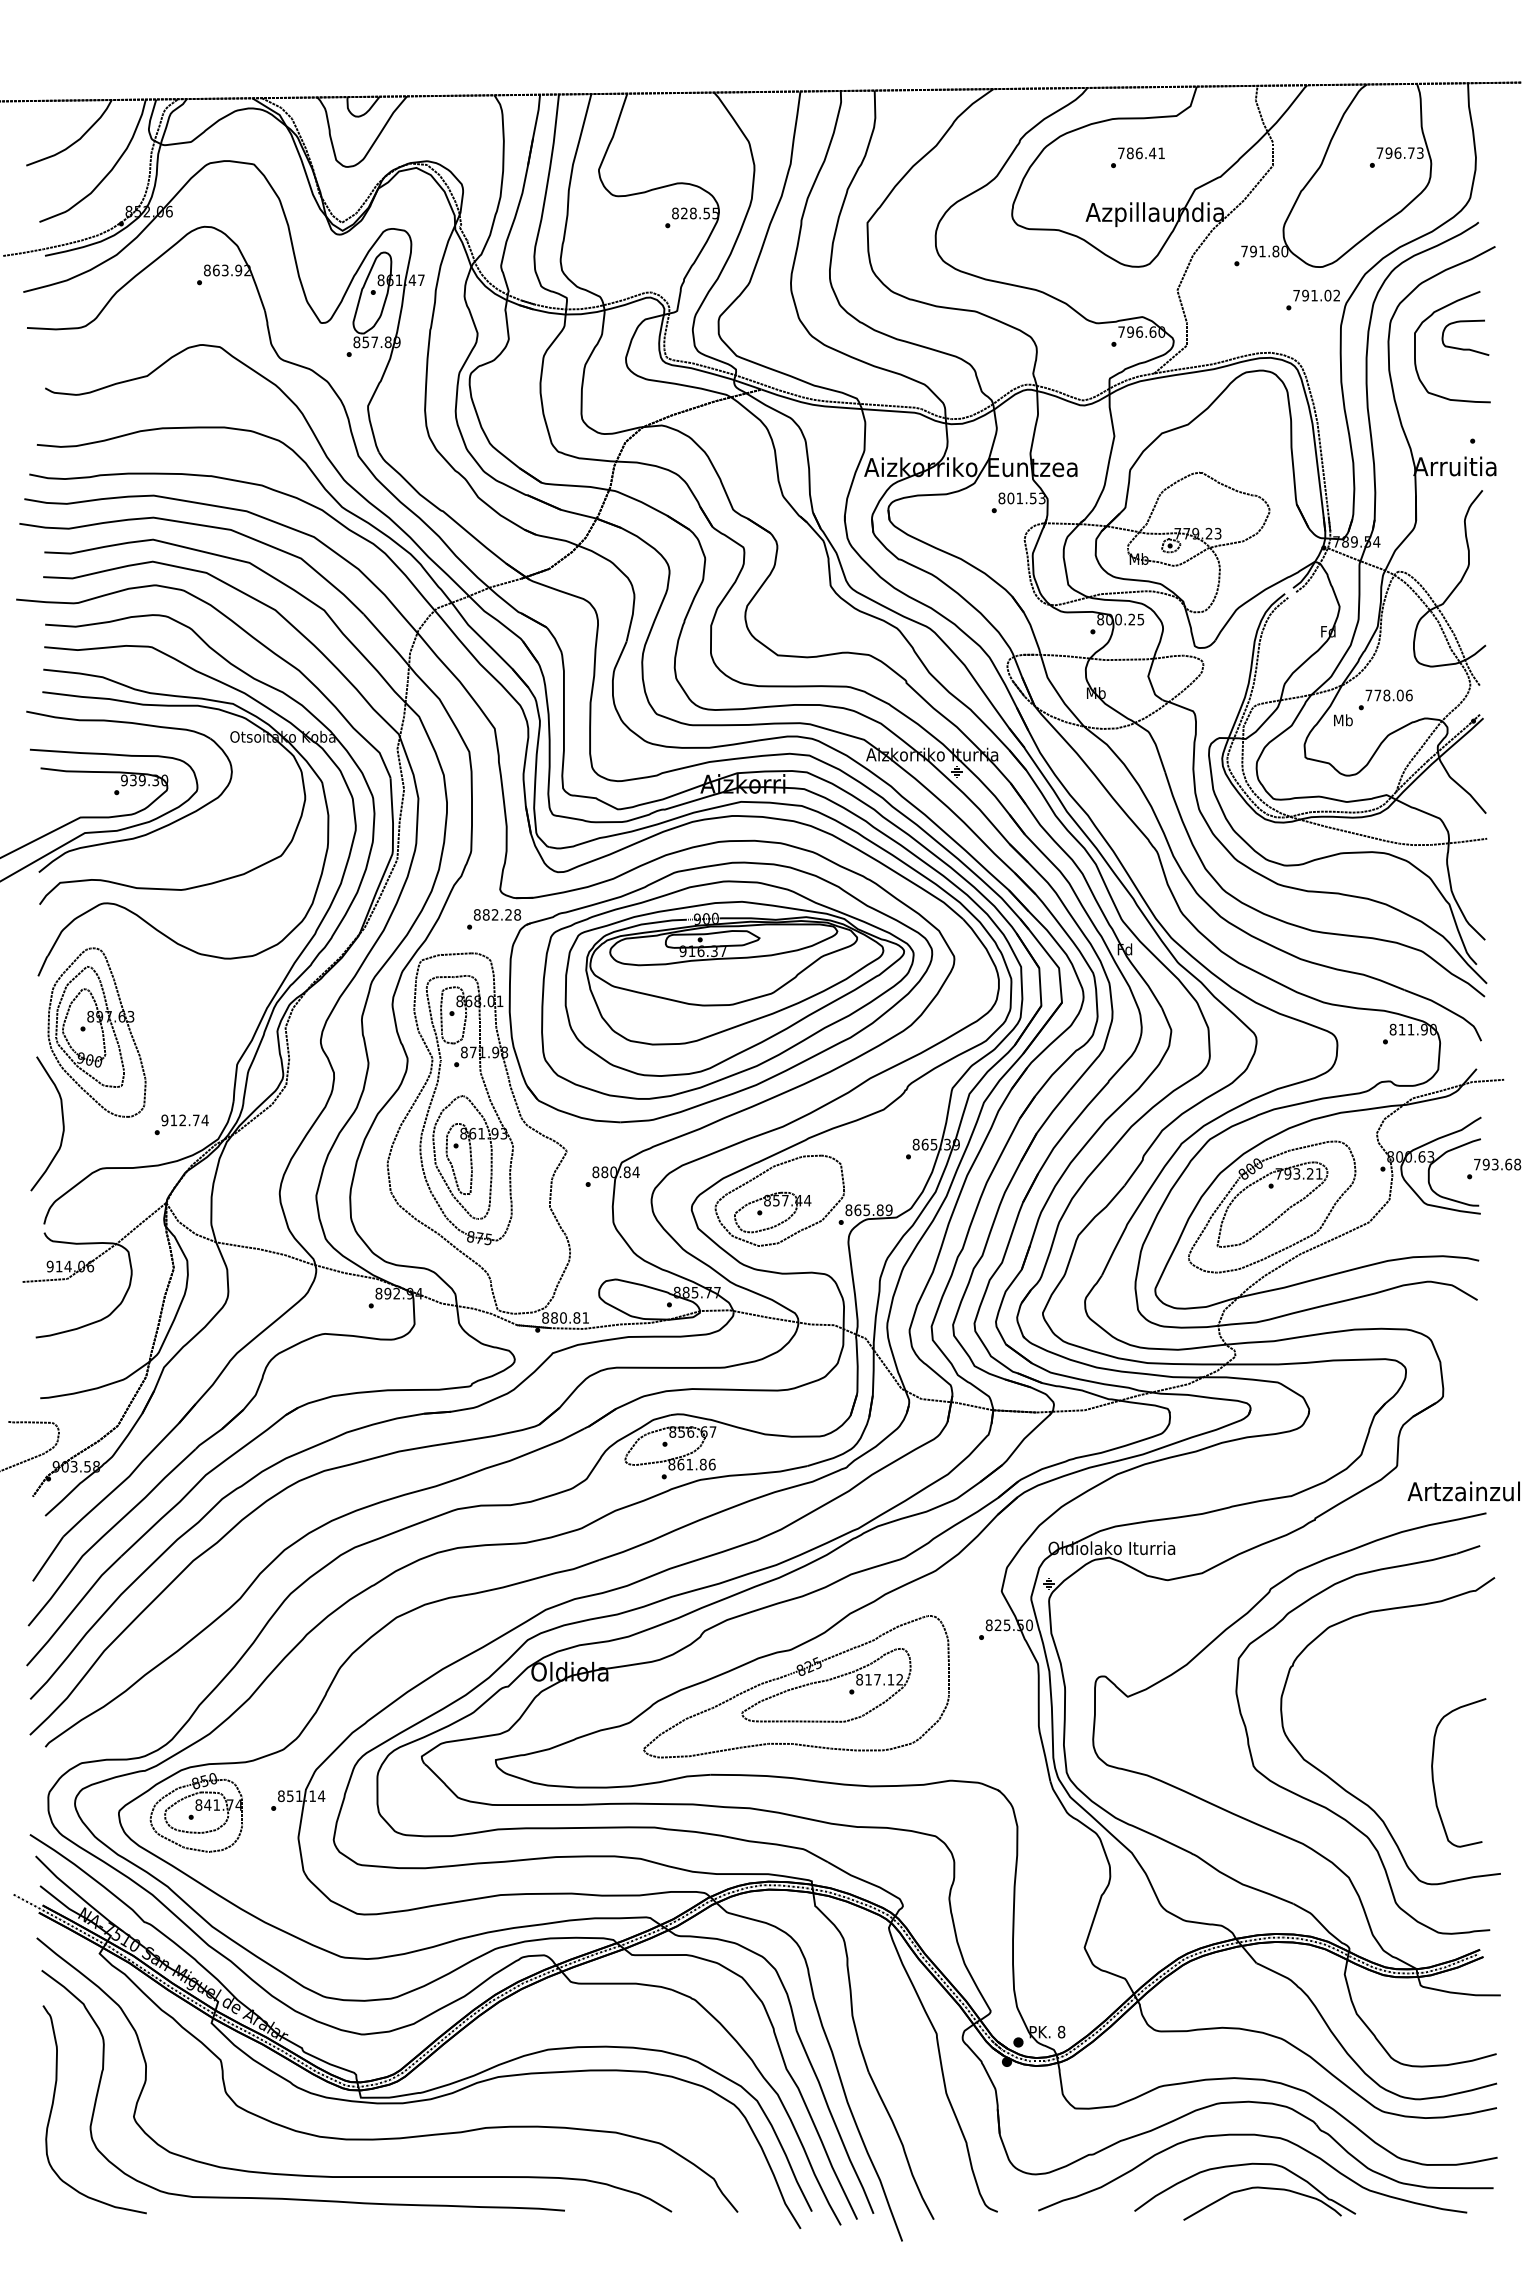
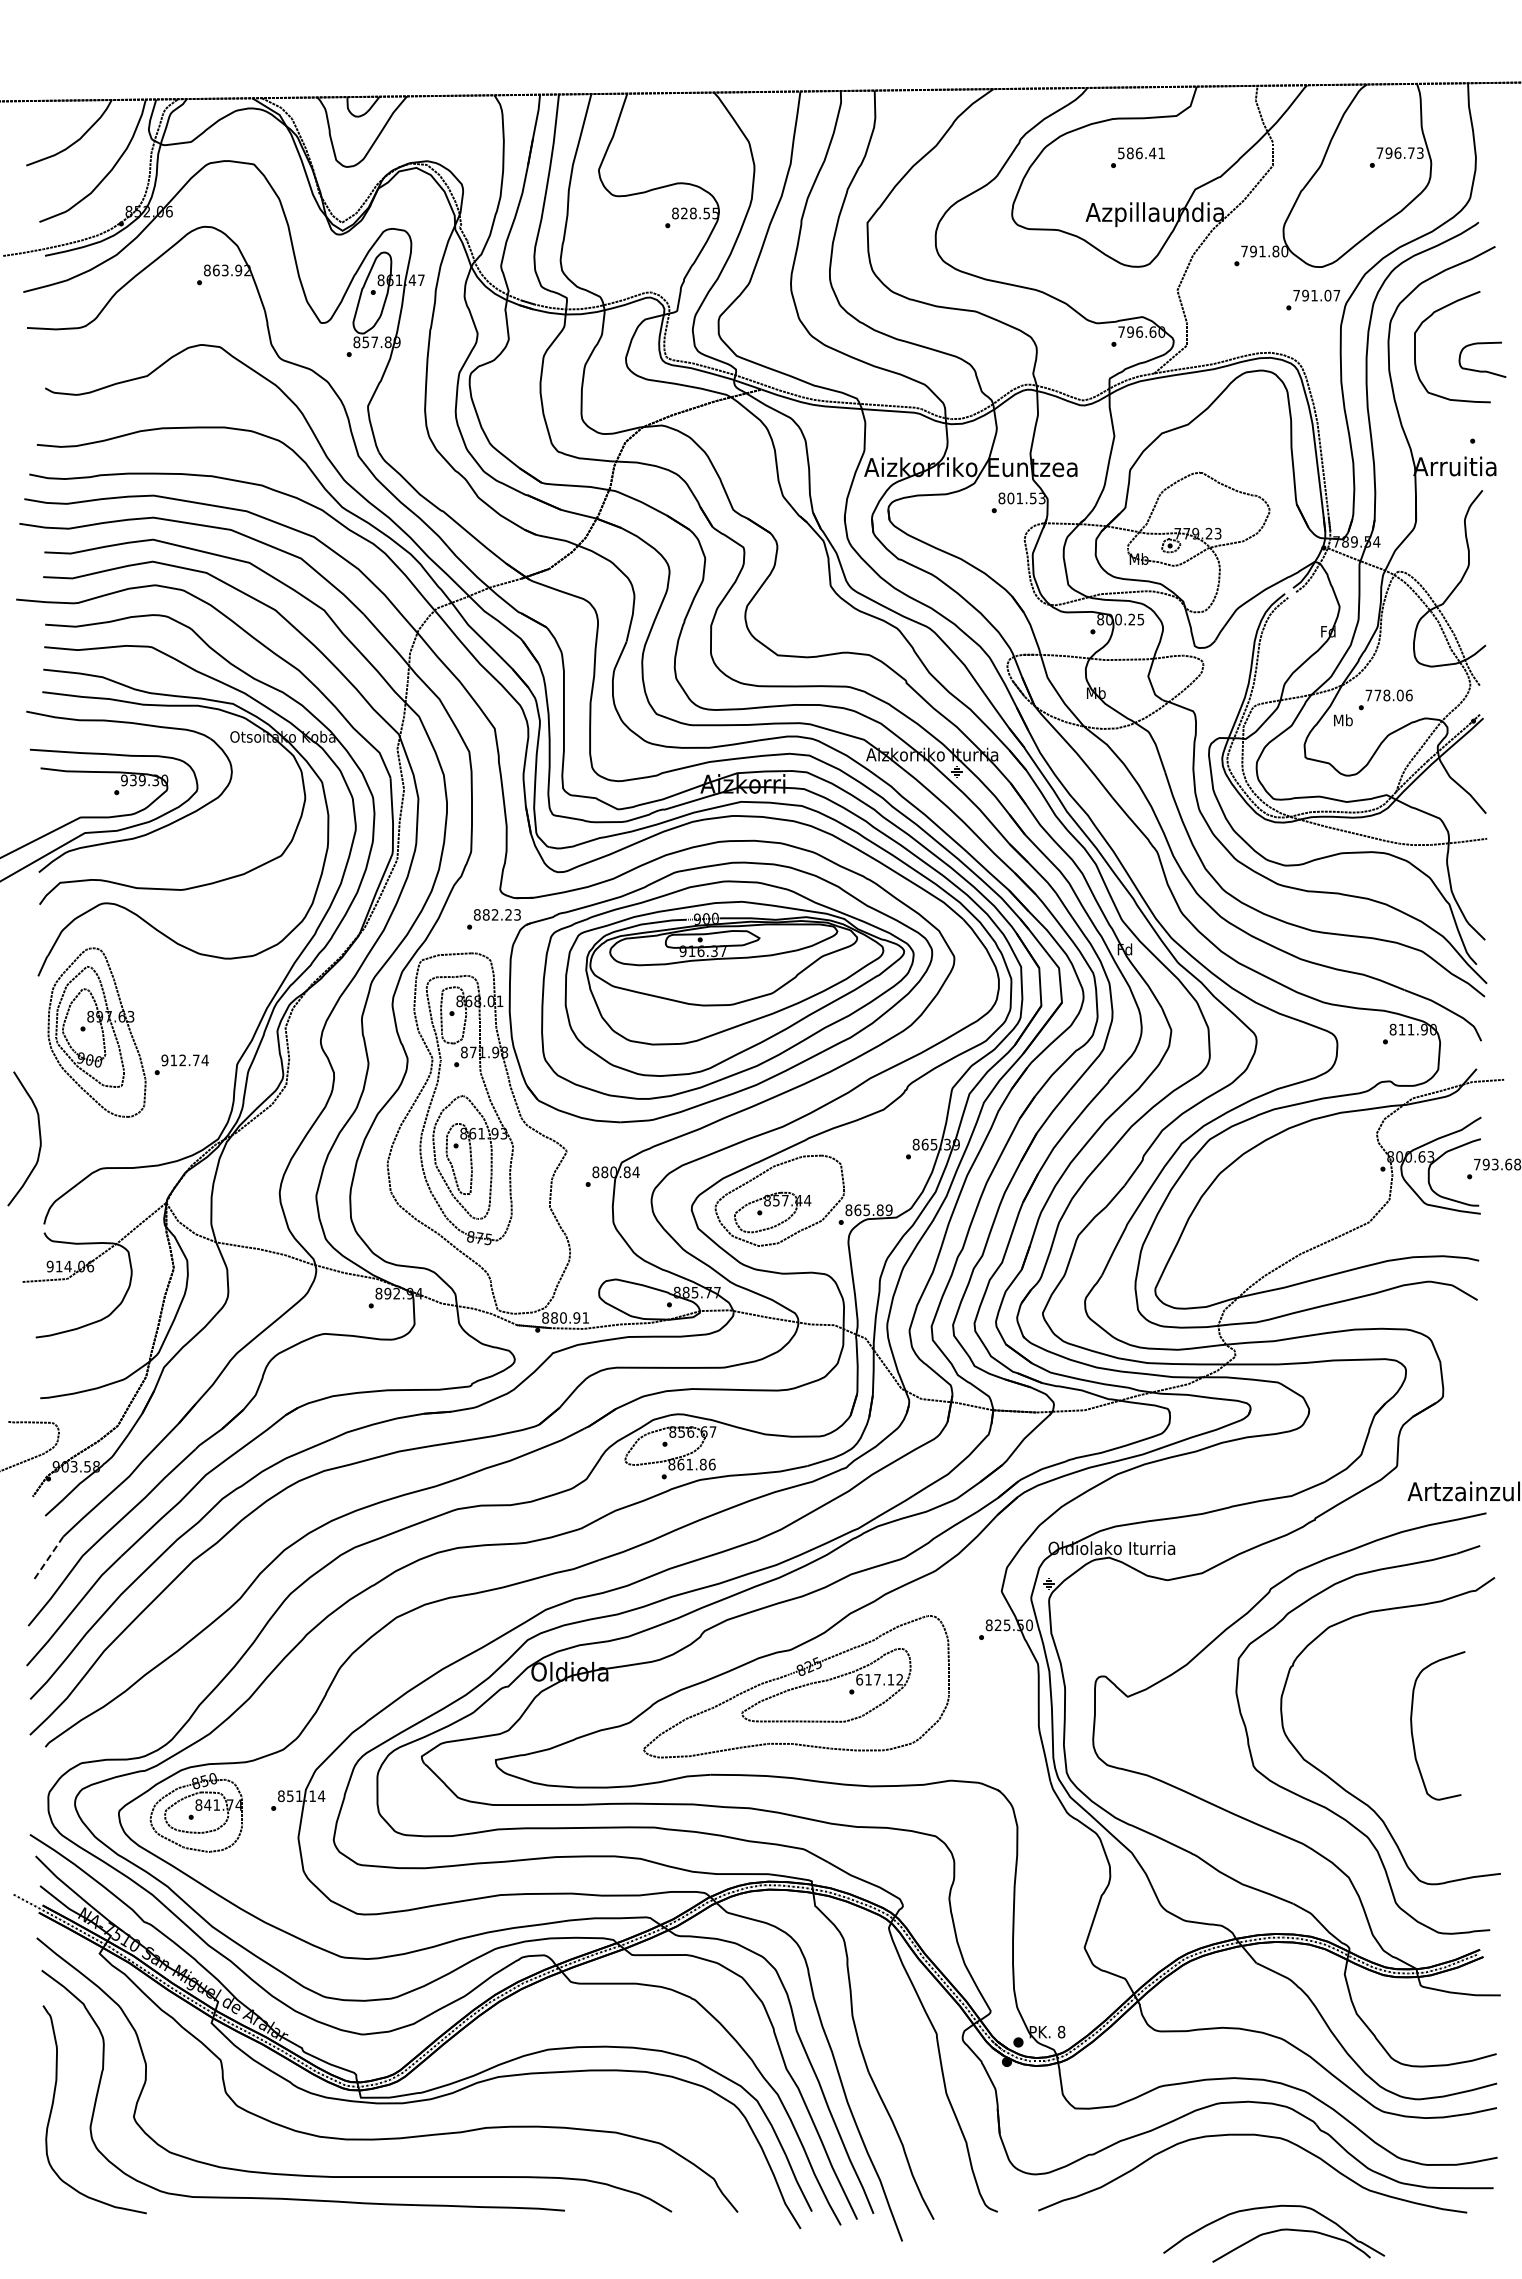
text at (1121, 153): 786.41 -> 586.41
text at (1336, 295): 791.02 -> 791.07
curve at (1465, 348) position: (1465, 348) -> (1482, 370)
text at (517, 914): 882.28 -> 882.23
curve at (62, 1123) position: (62, 1123) -> (39, 1138)
text at (181, 1124) position: (181, 1124) -> (181, 1064)
part at (1277, 1216): present -> none
text at (576, 1317): 880.81 -> 880.91
line at (48, 1559): solid -> dashed
text at (859, 1679): 817.12 -> 617.12
curve at (1433, 1772) position: (1433, 1772) -> (1412, 1725)
part at (1245, 2191) position: (1245, 2191) -> (1274, 2233)
